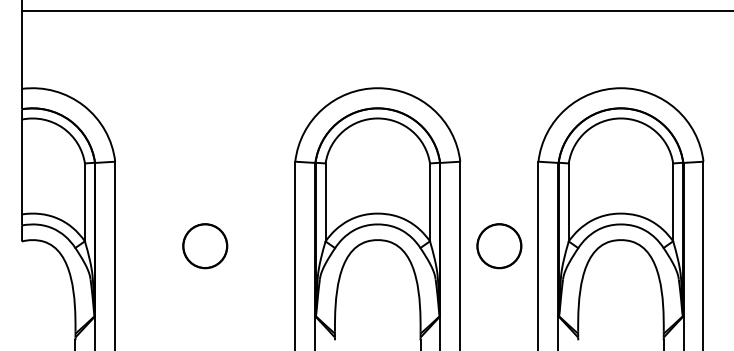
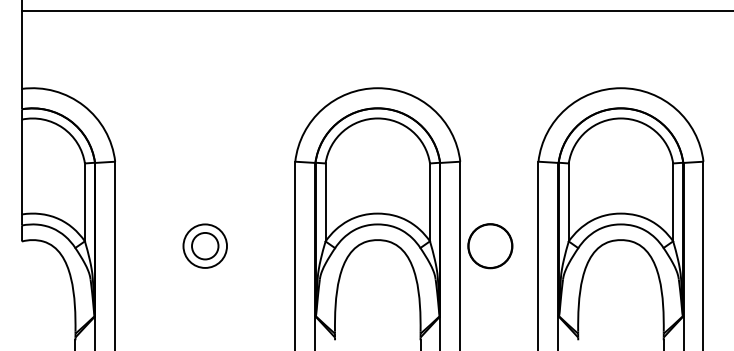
circle at (205, 246) diameter: 44 px -> 26 px
circle at (499, 246) position: (499, 246) -> (490, 246)
